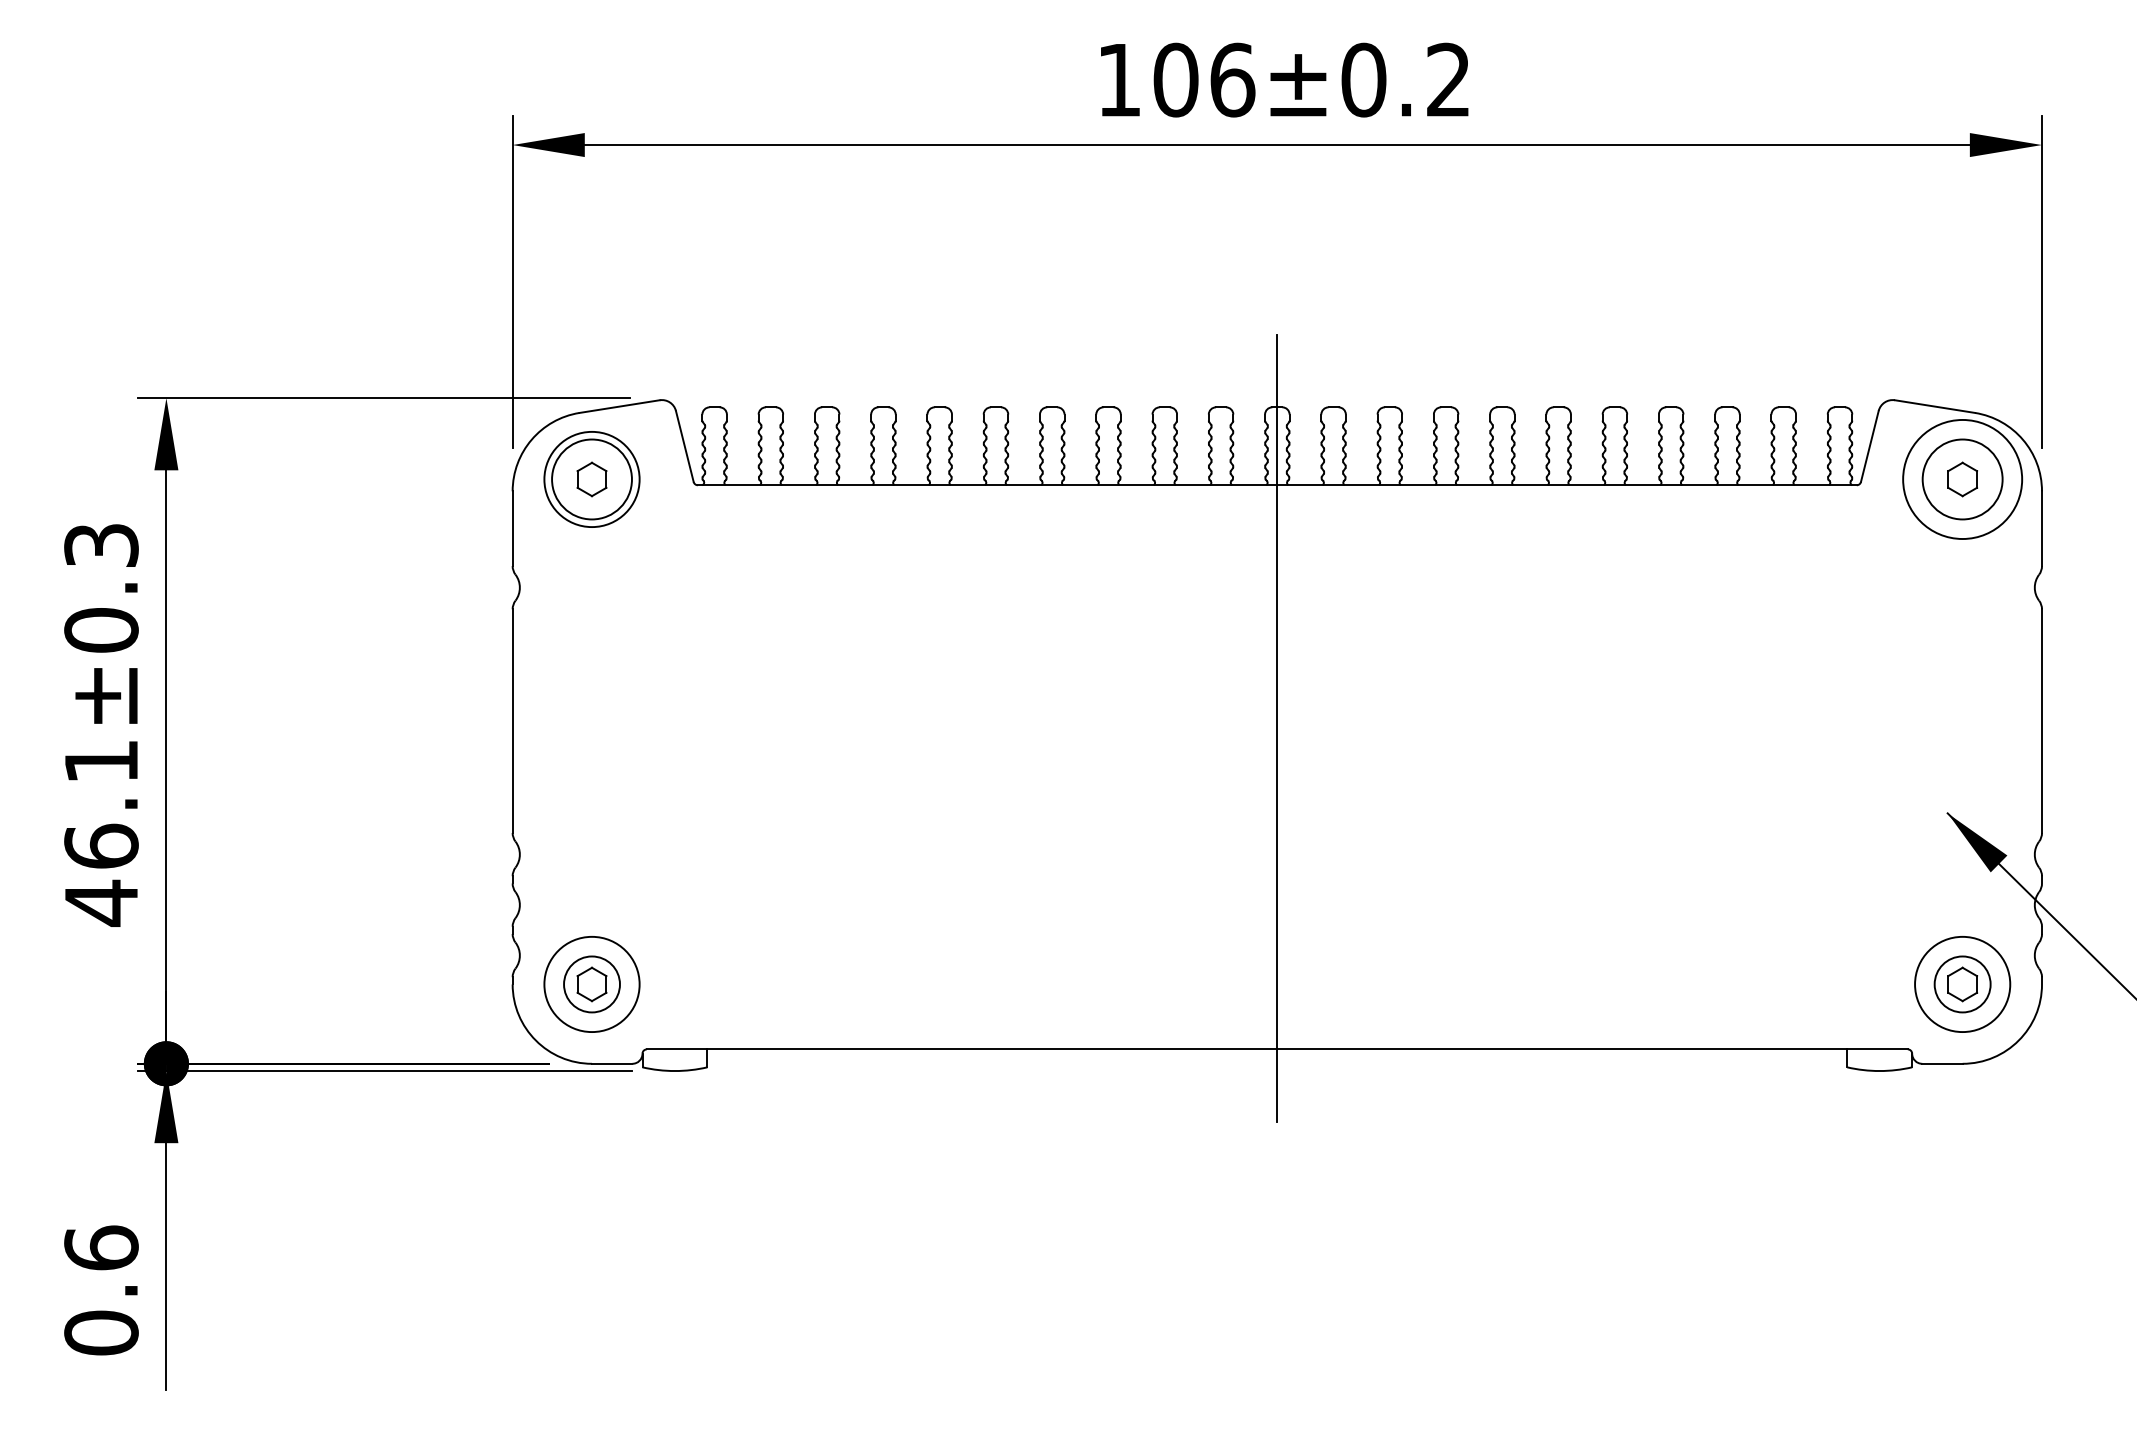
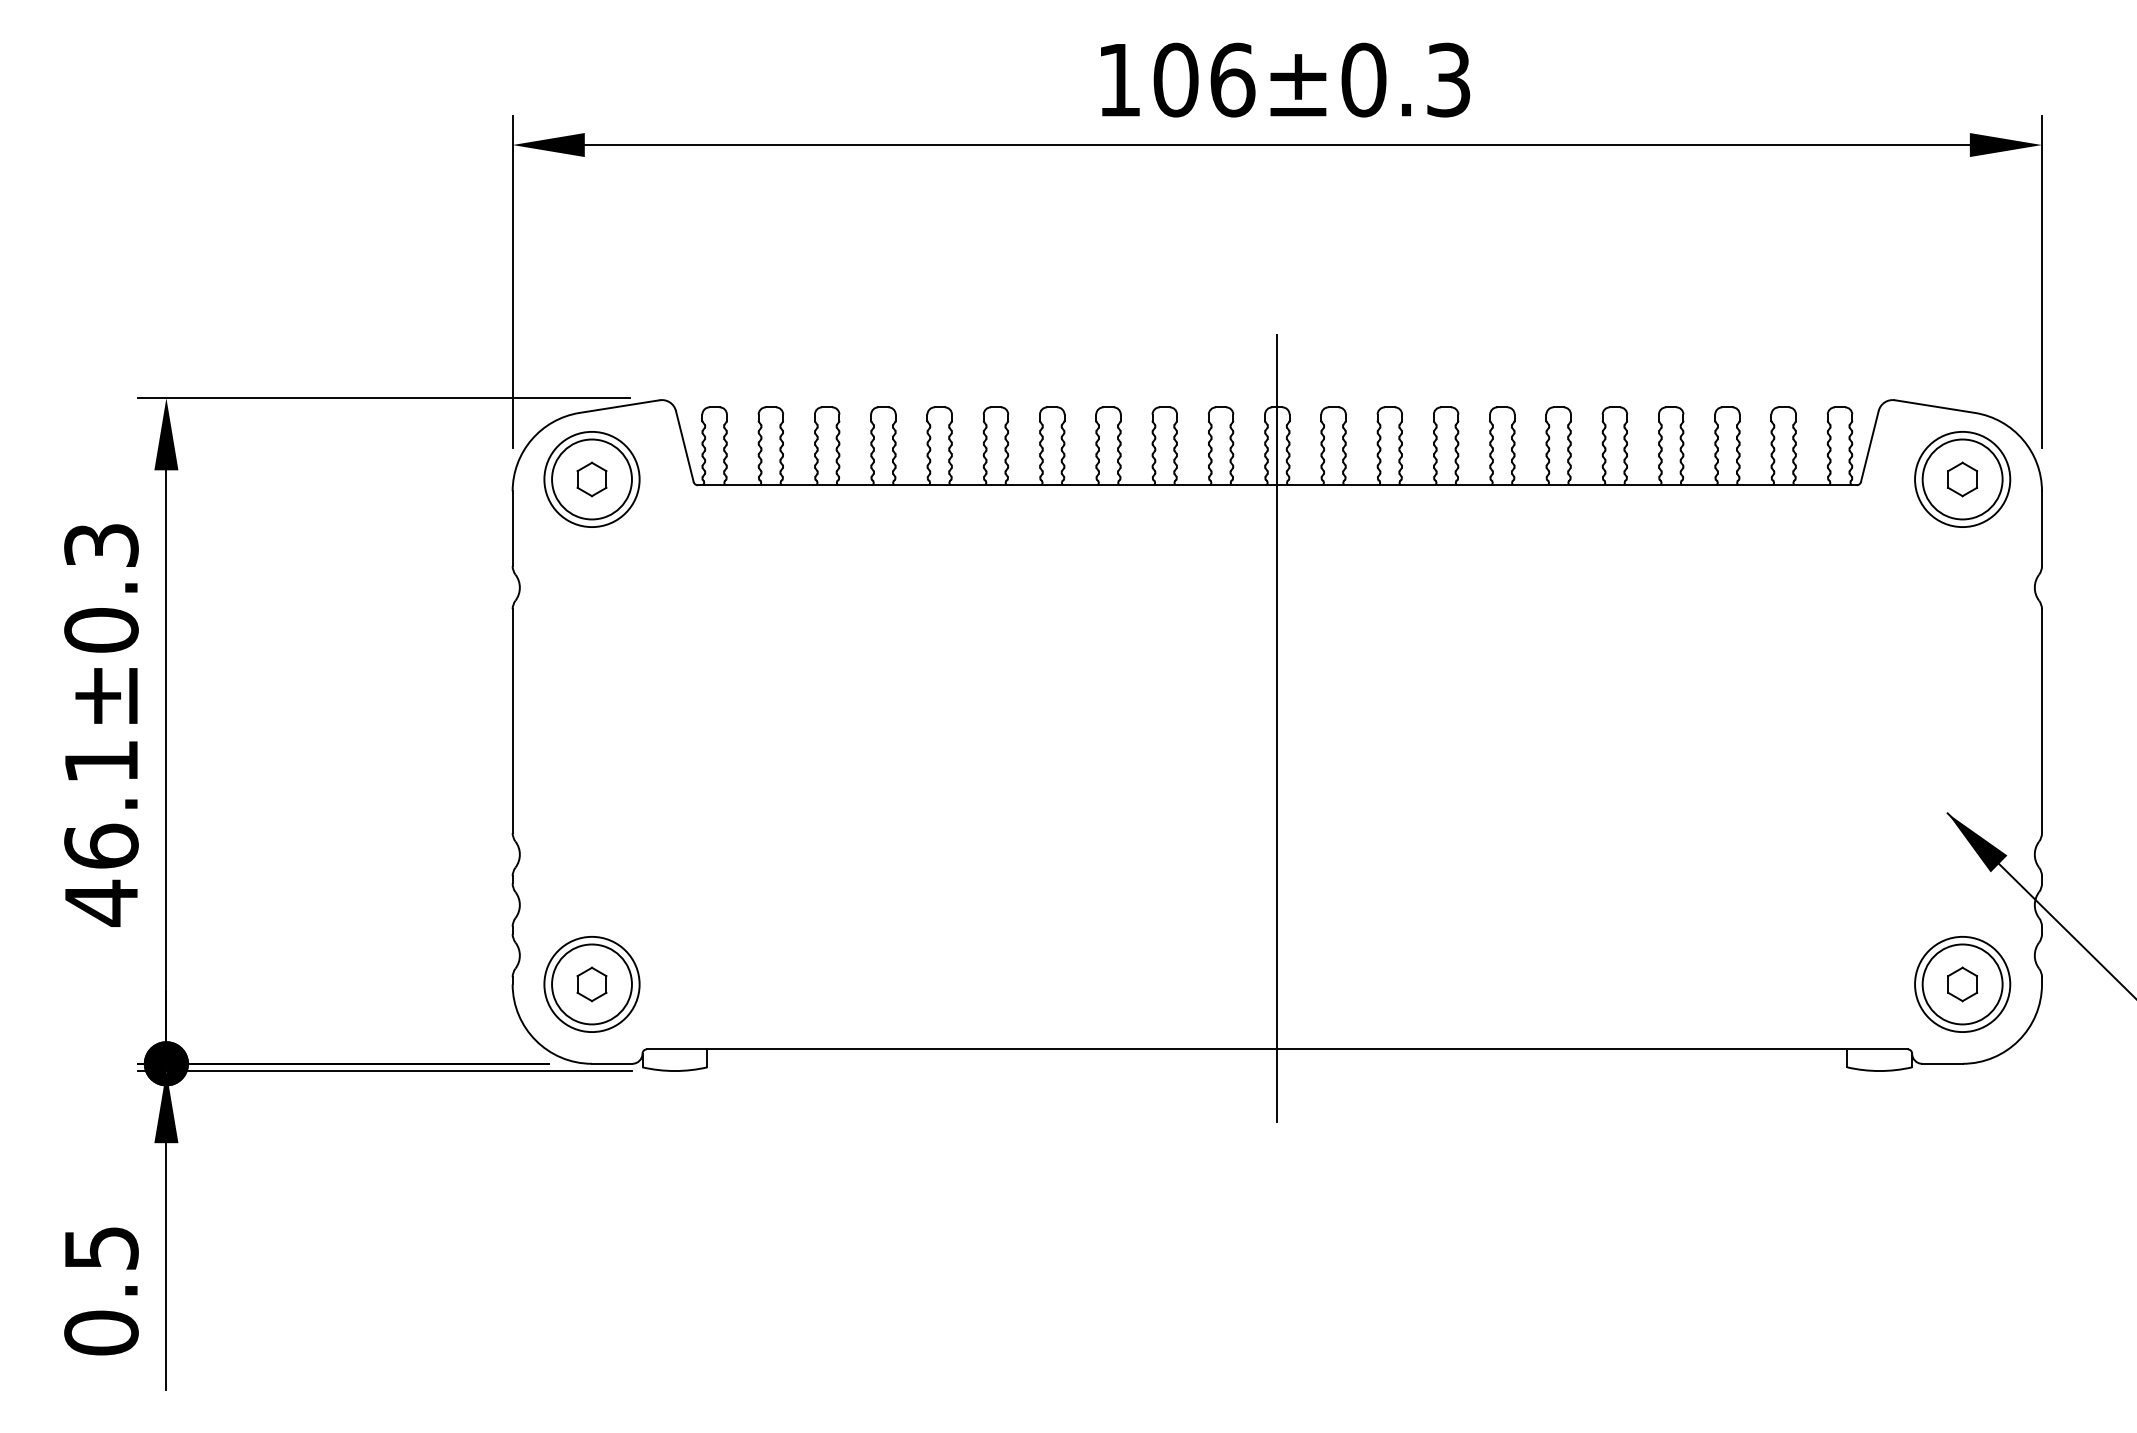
text at (1448, 79): 106±0.2 -> 106±0.3
circle at (1962, 479) diameter: 119 px -> 95 px
circle at (591, 984) diameter: 56 px -> 80 px
circle at (1962, 984) diameter: 56 px -> 80 px
text at (101, 1247): 0.6 -> 0.5
